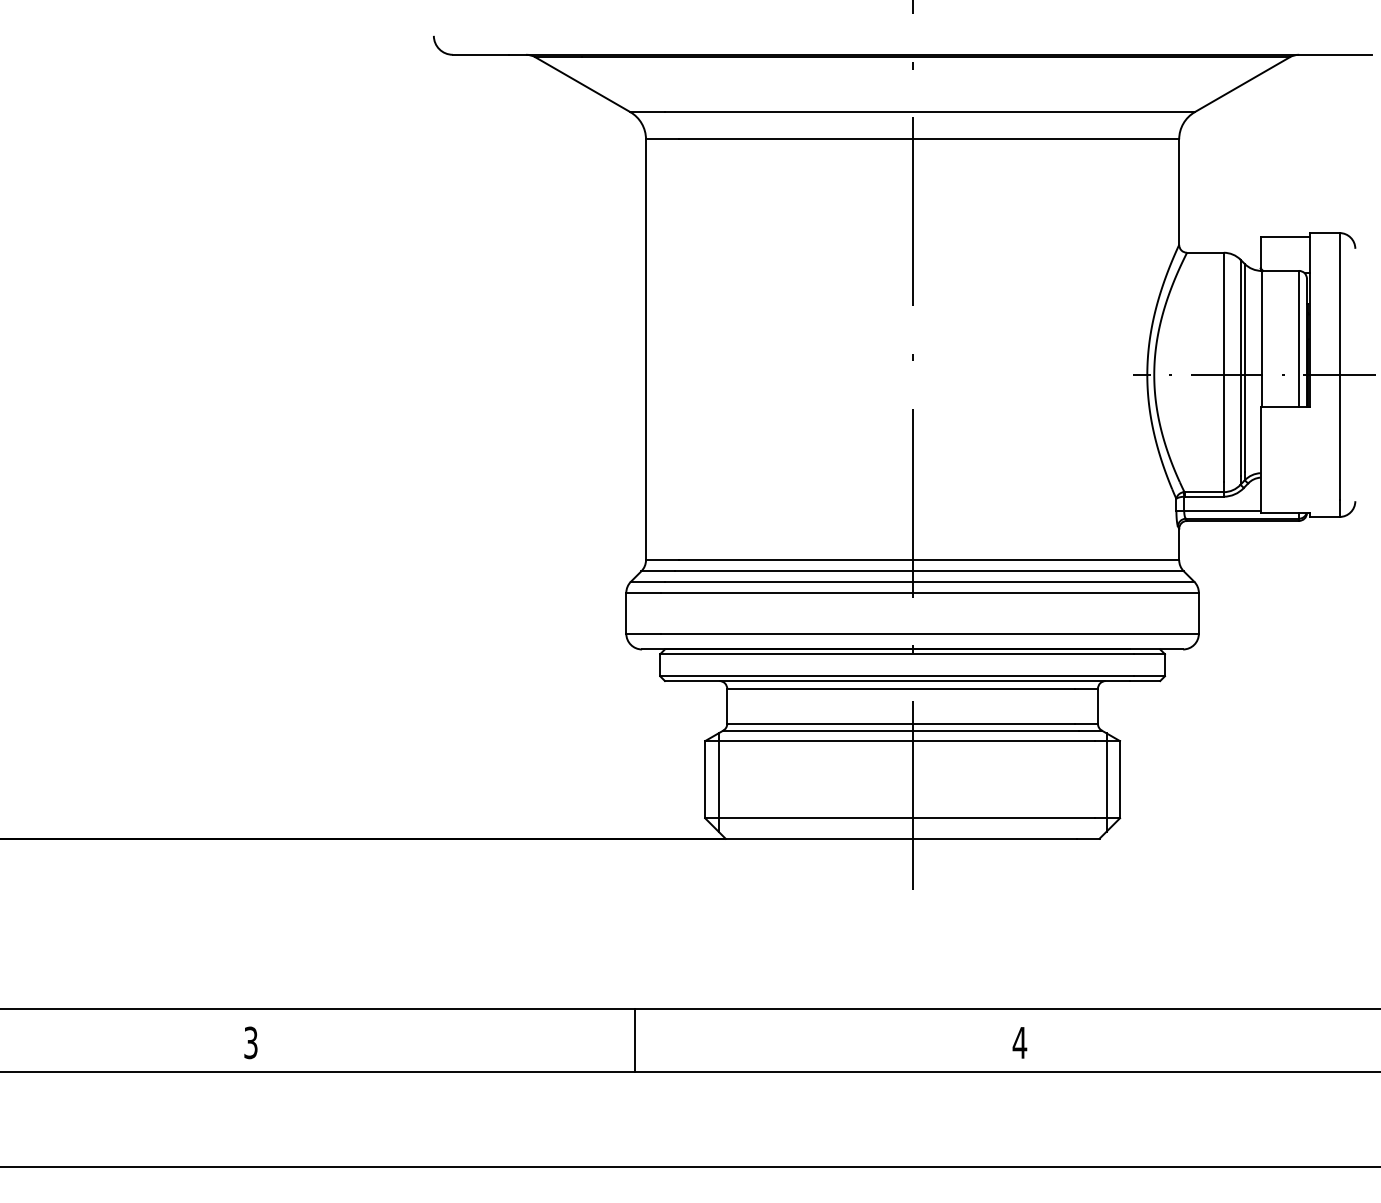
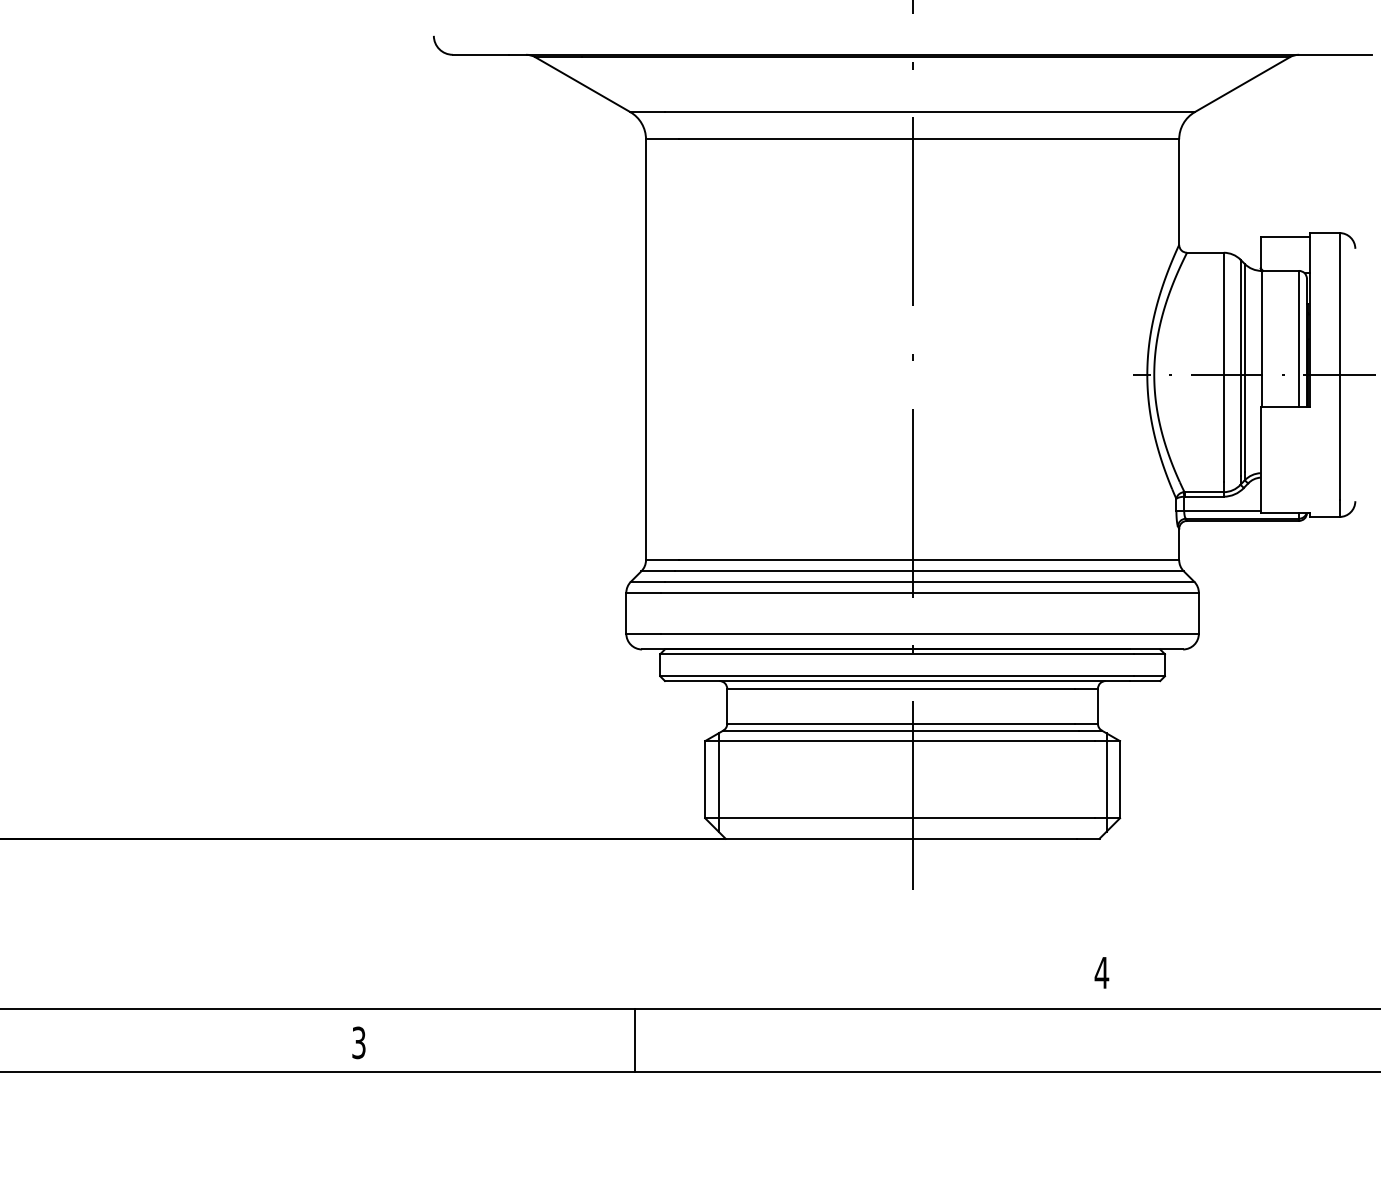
text at (250, 1042) position: (250, 1042) -> (358, 1042)
text at (1019, 1042) position: (1019, 1042) -> (1101, 972)
line at (689, 1167): present -> none
